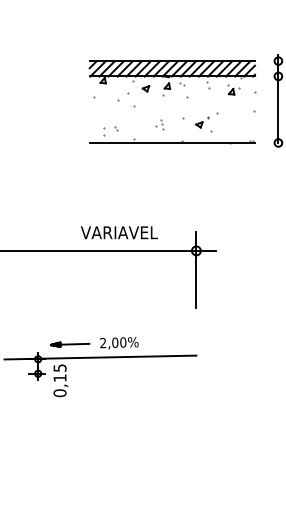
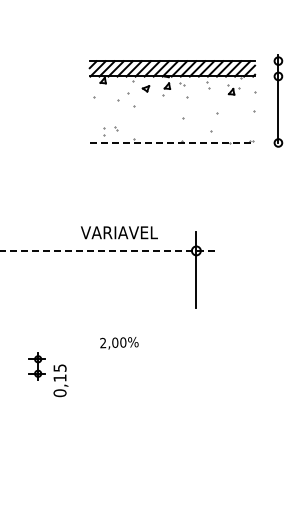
part at (202, 122): present -> none
part at (159, 124): present -> none
line at (172, 142): solid -> dashed
line at (108, 250): solid -> dashed
part at (70, 344): present -> none
line at (100, 357): present -> none
